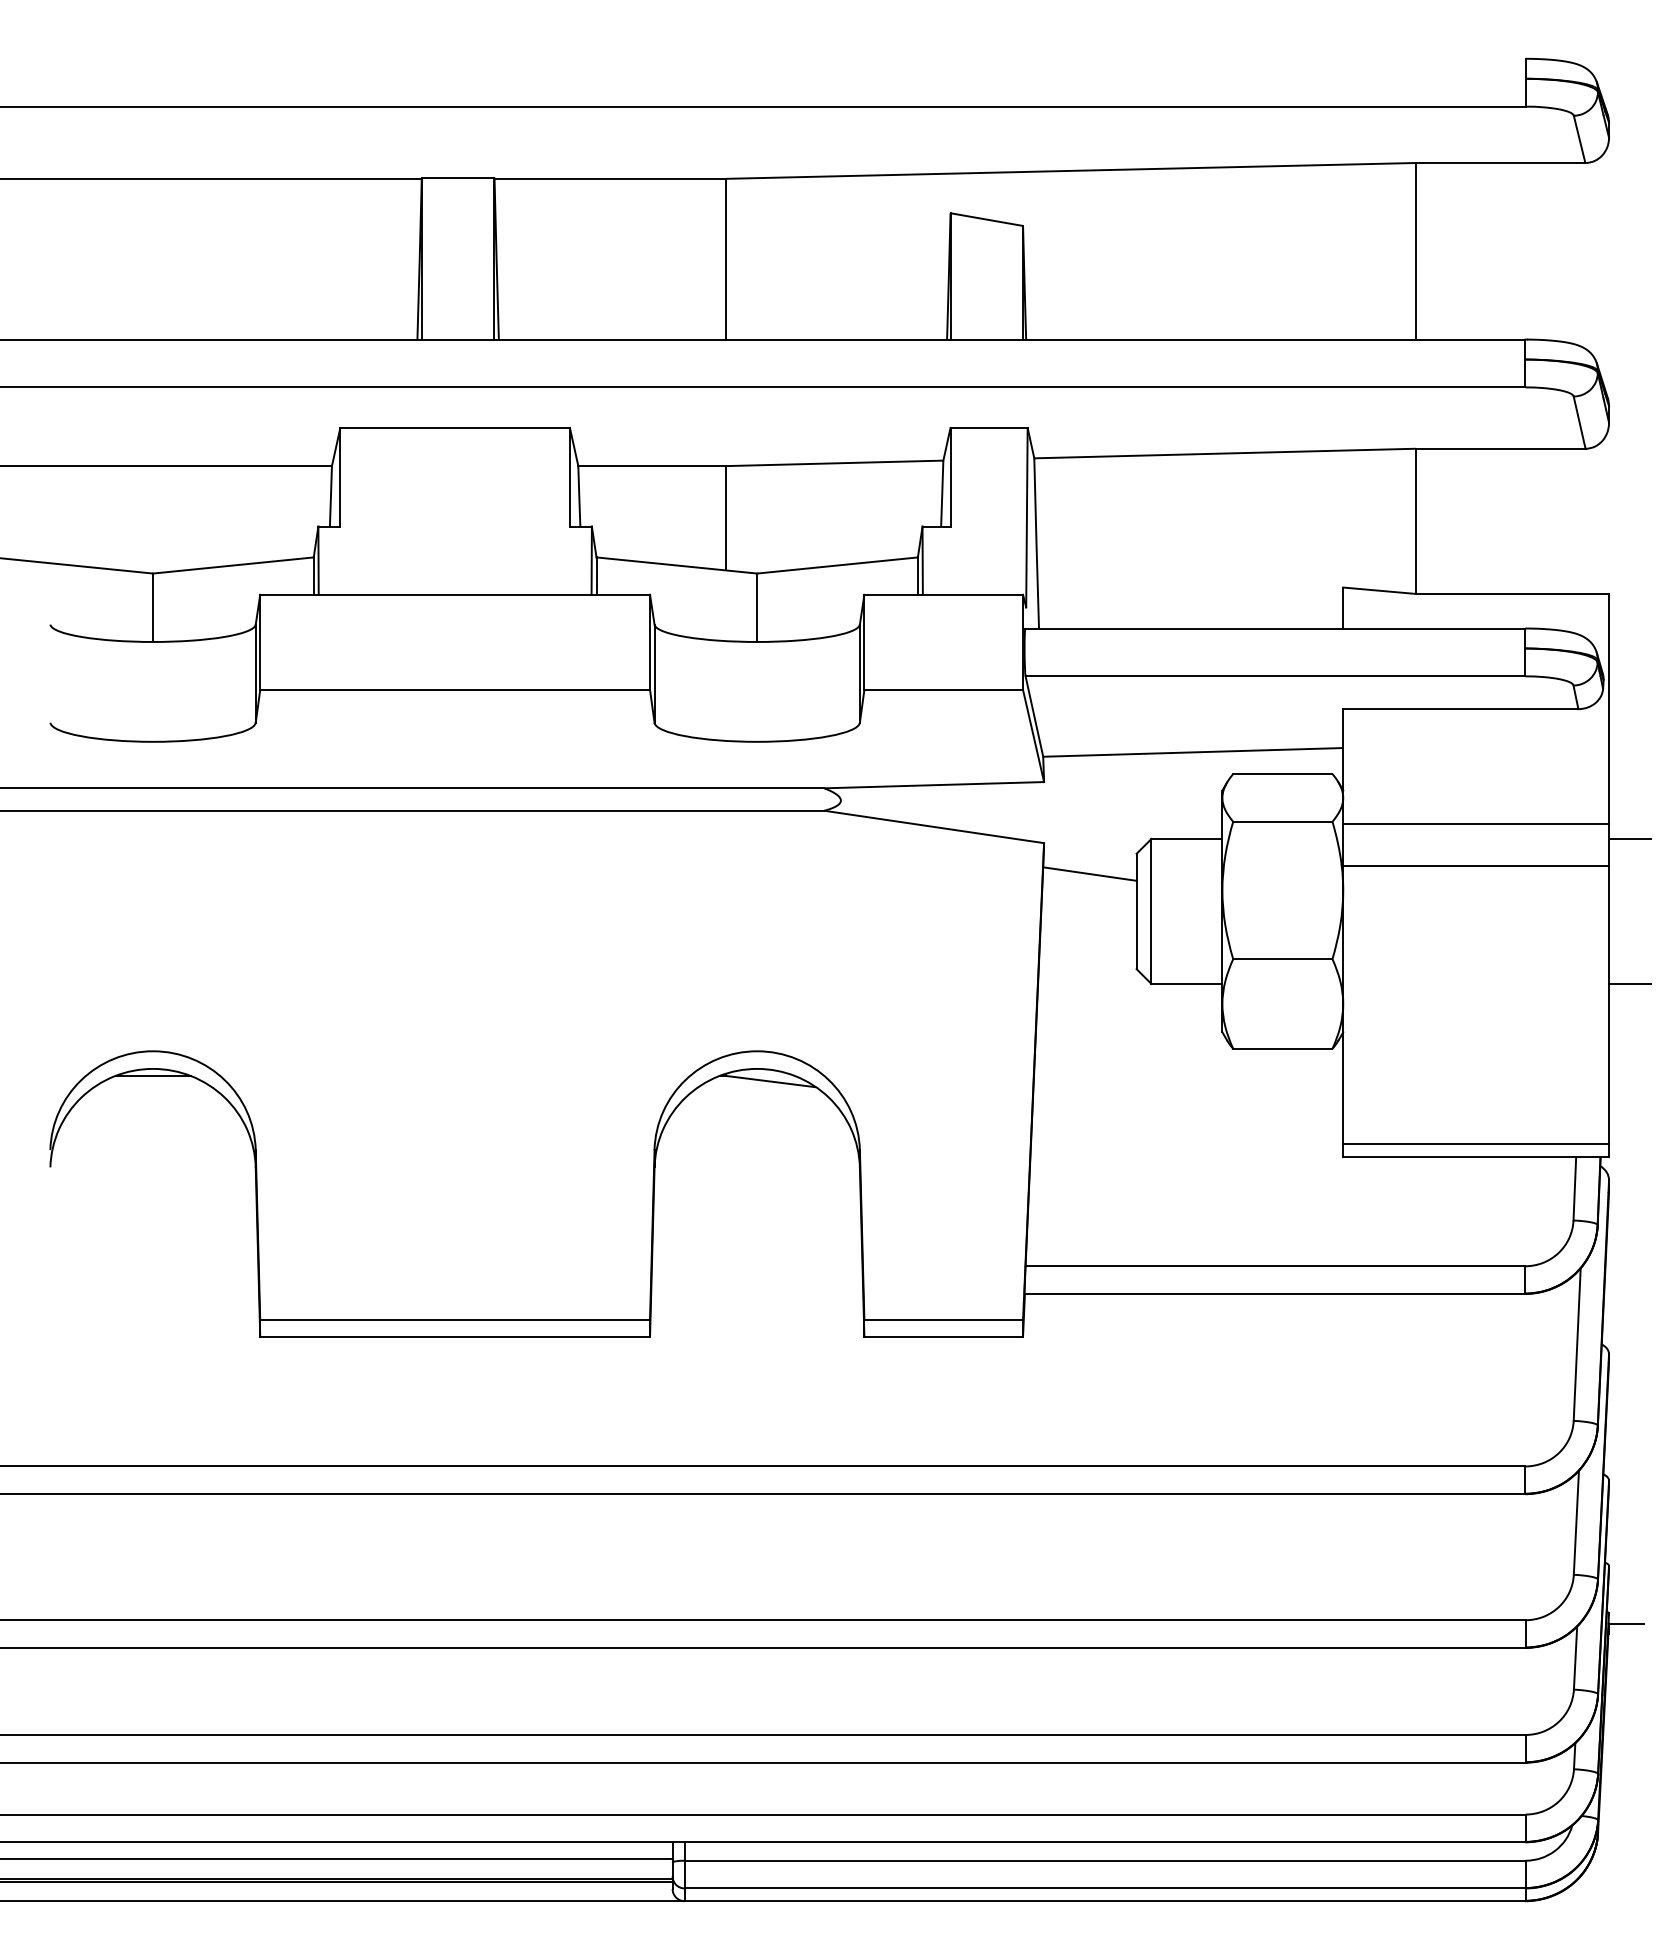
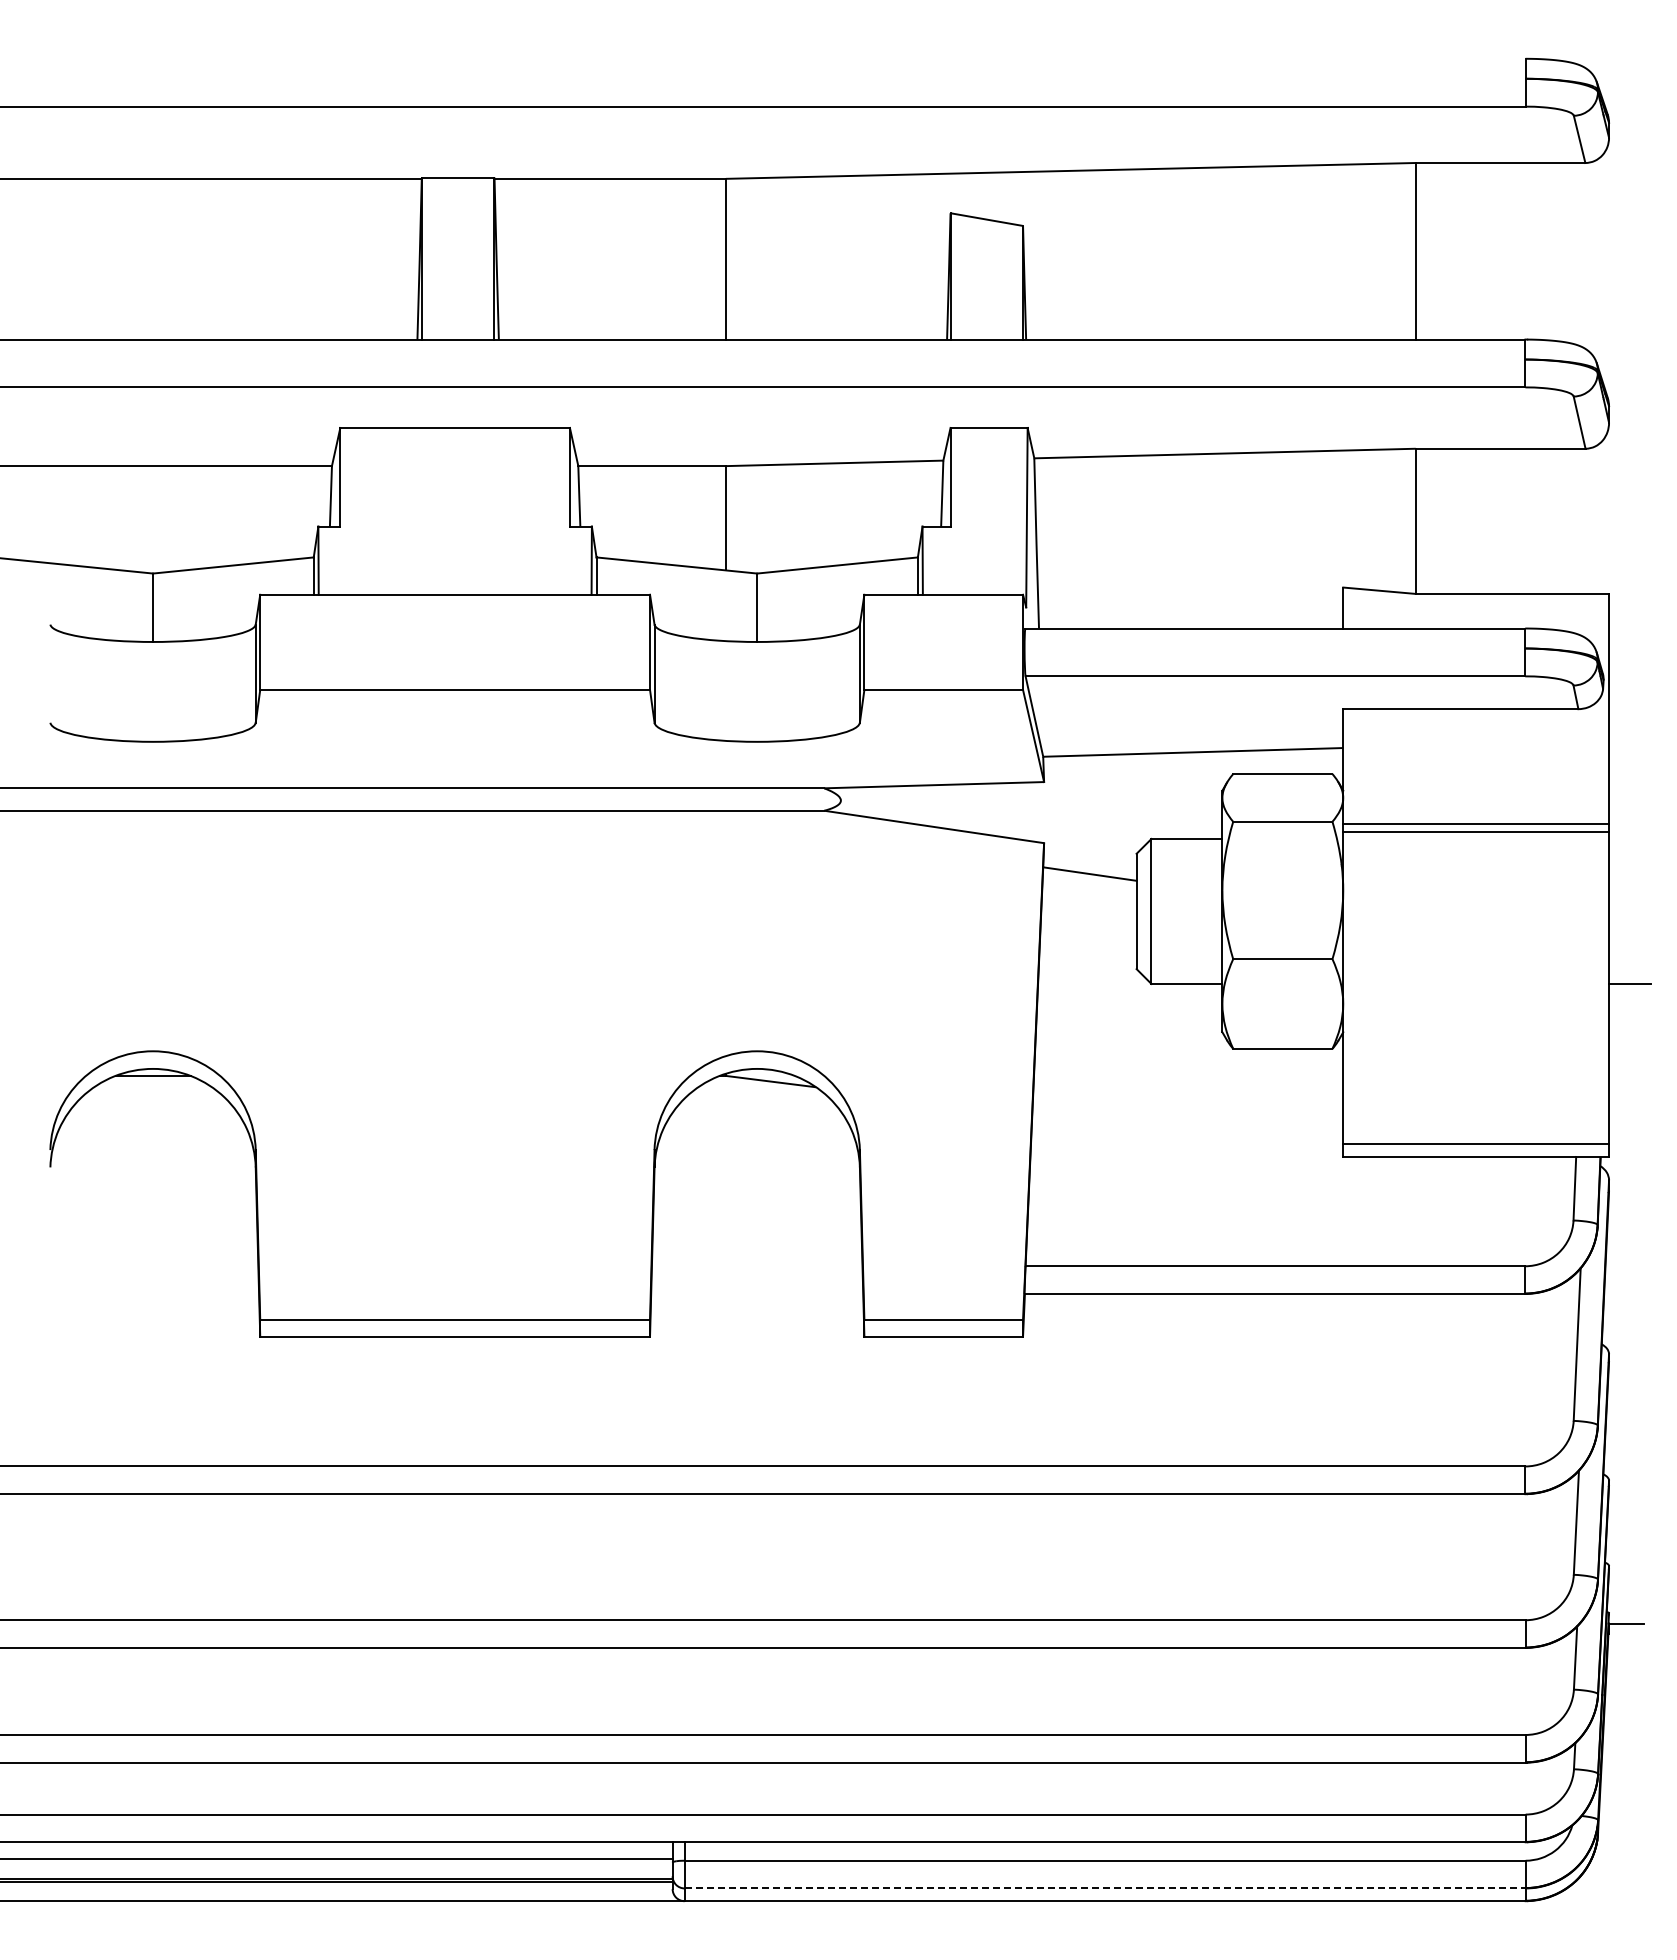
line at (1630, 838): present -> none
line at (1476, 865) position: (1476, 865) -> (1476, 831)
line at (1105, 1888): solid -> dashed
